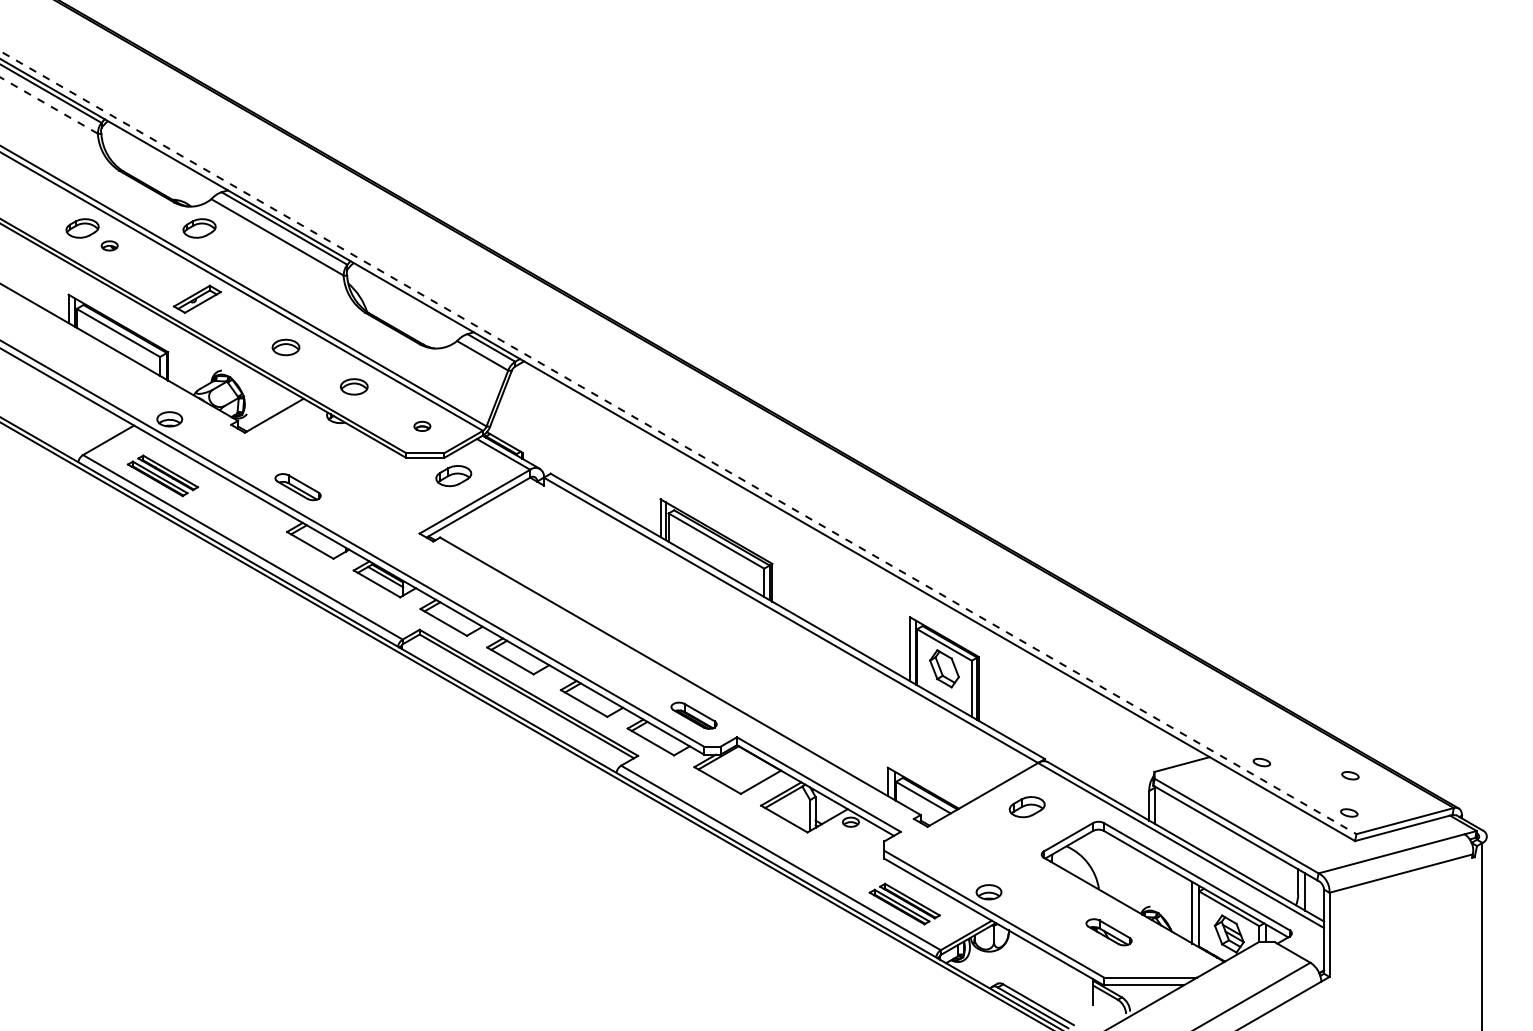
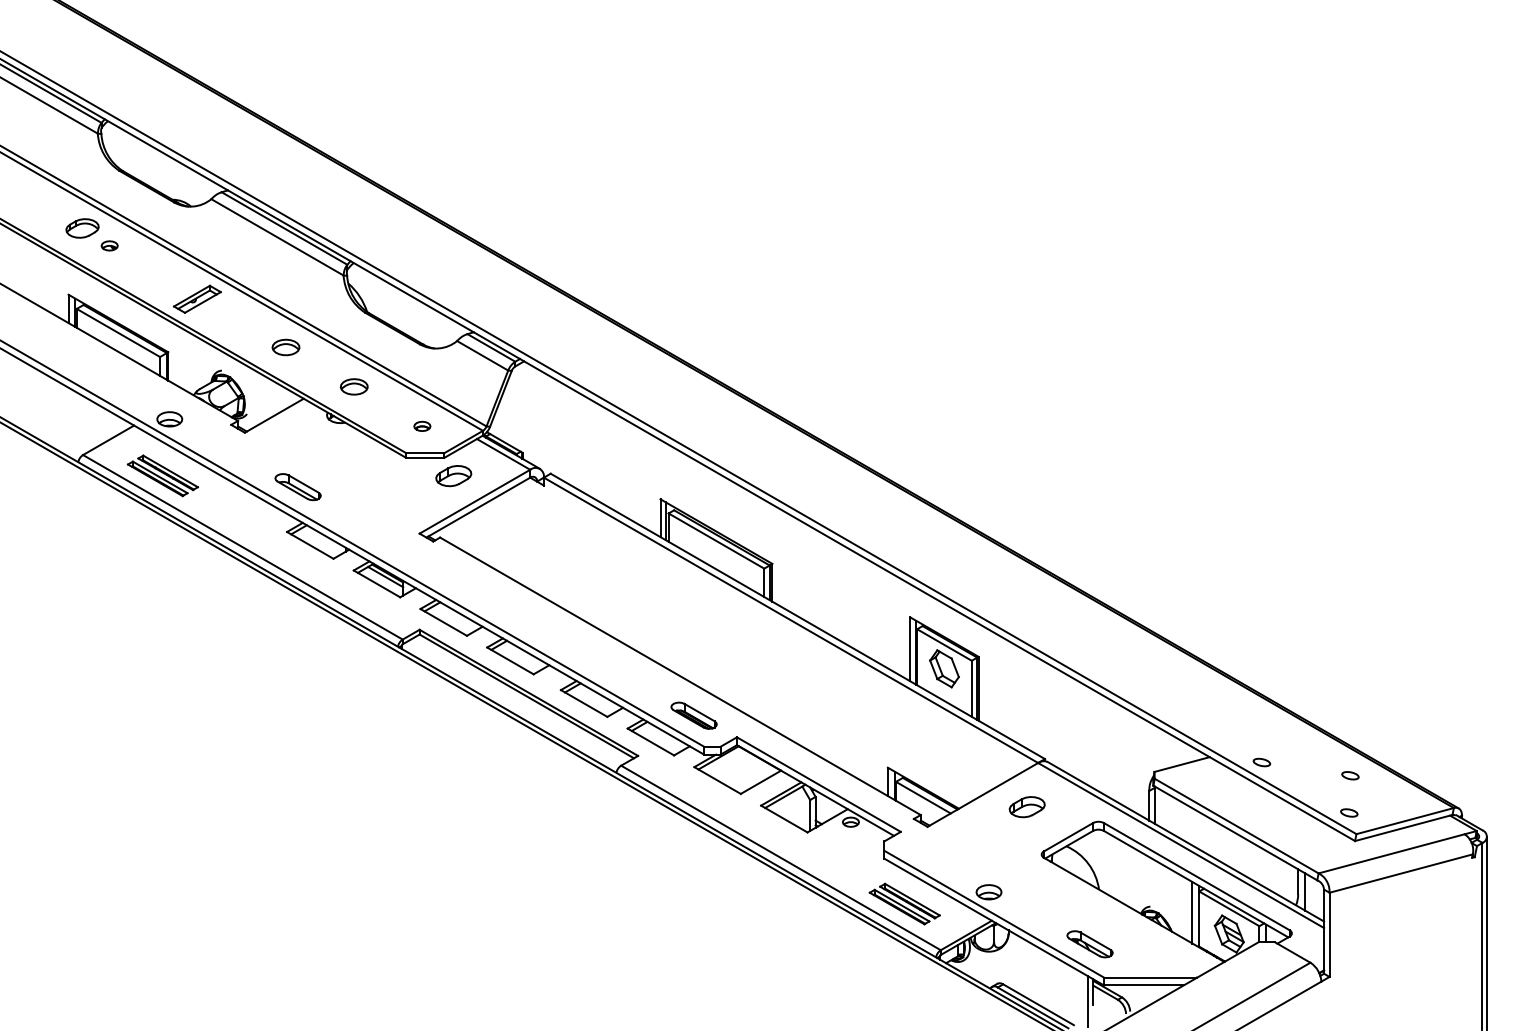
line at (48, 105): dashed -> solid
part at (199, 228): present -> none
line at (678, 442): dashed -> solid
line at (1487, 931): none -> present
part at (1108, 932) position: (1108, 932) -> (1089, 944)
line at (1087, 1001): none -> present
